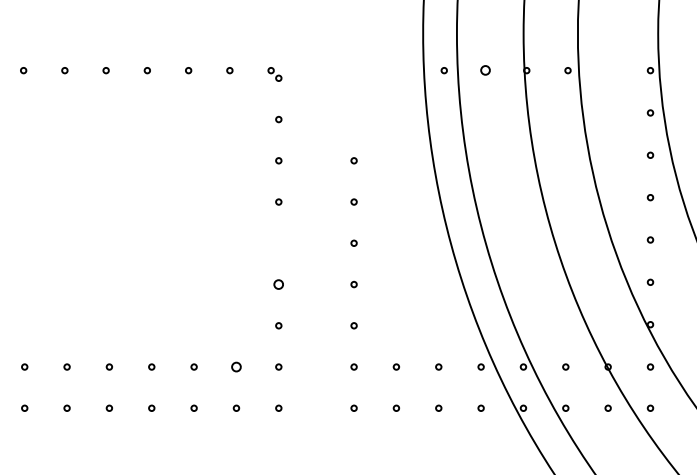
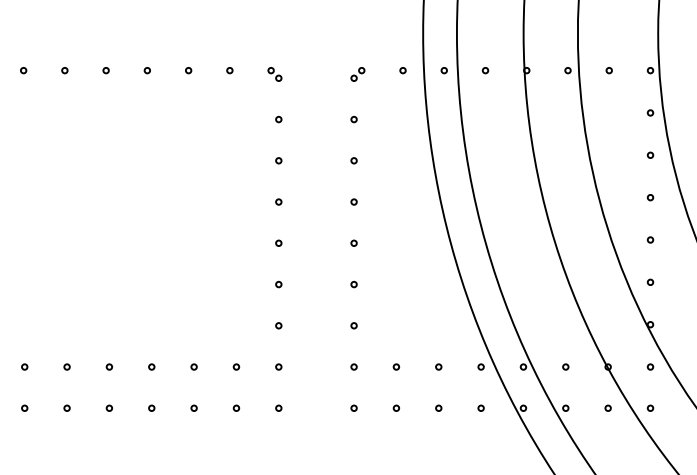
circle at (402, 70): none -> present
circle at (485, 70) size: 11x11 px -> 9x8 px
circle at (608, 70): none -> present
part at (357, 74): none -> present
circle at (353, 119): none -> present
circle at (278, 242): none -> present
circle at (278, 284) size: 11x11 px -> 8x9 px
circle at (236, 366) size: 11x12 px -> 9x8 px
